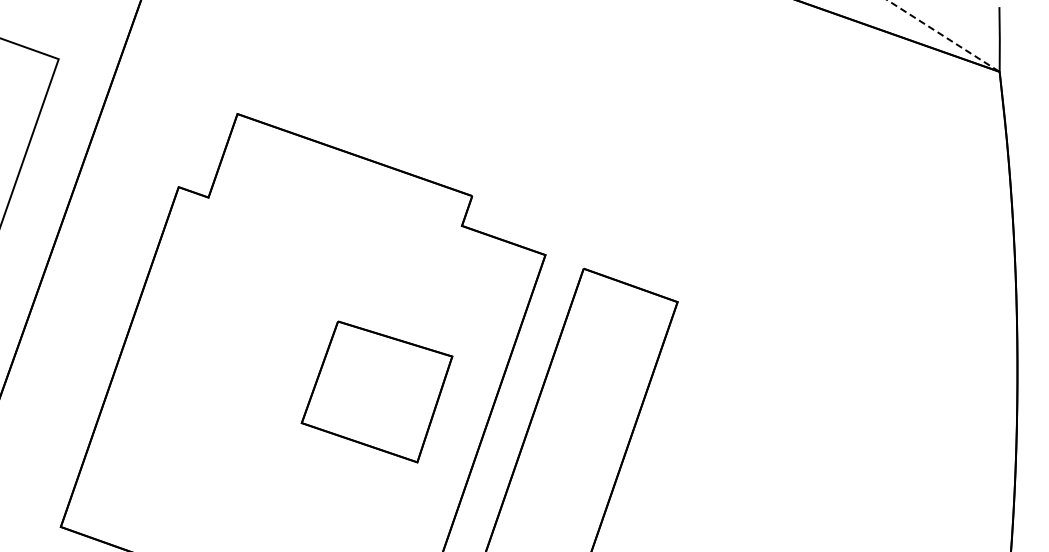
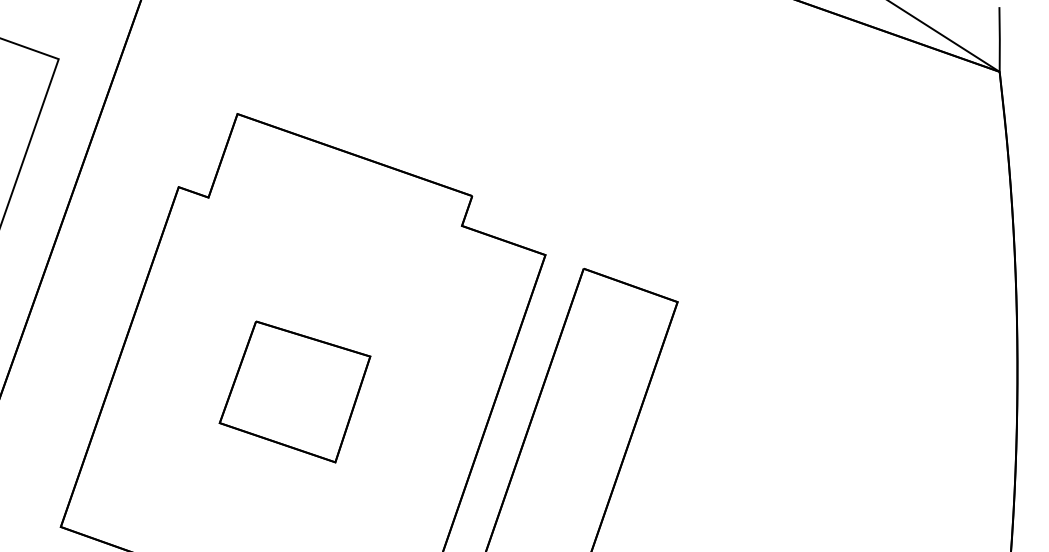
line at (944, 36): dashed -> solid
part at (376, 391) position: (376, 391) -> (294, 391)
